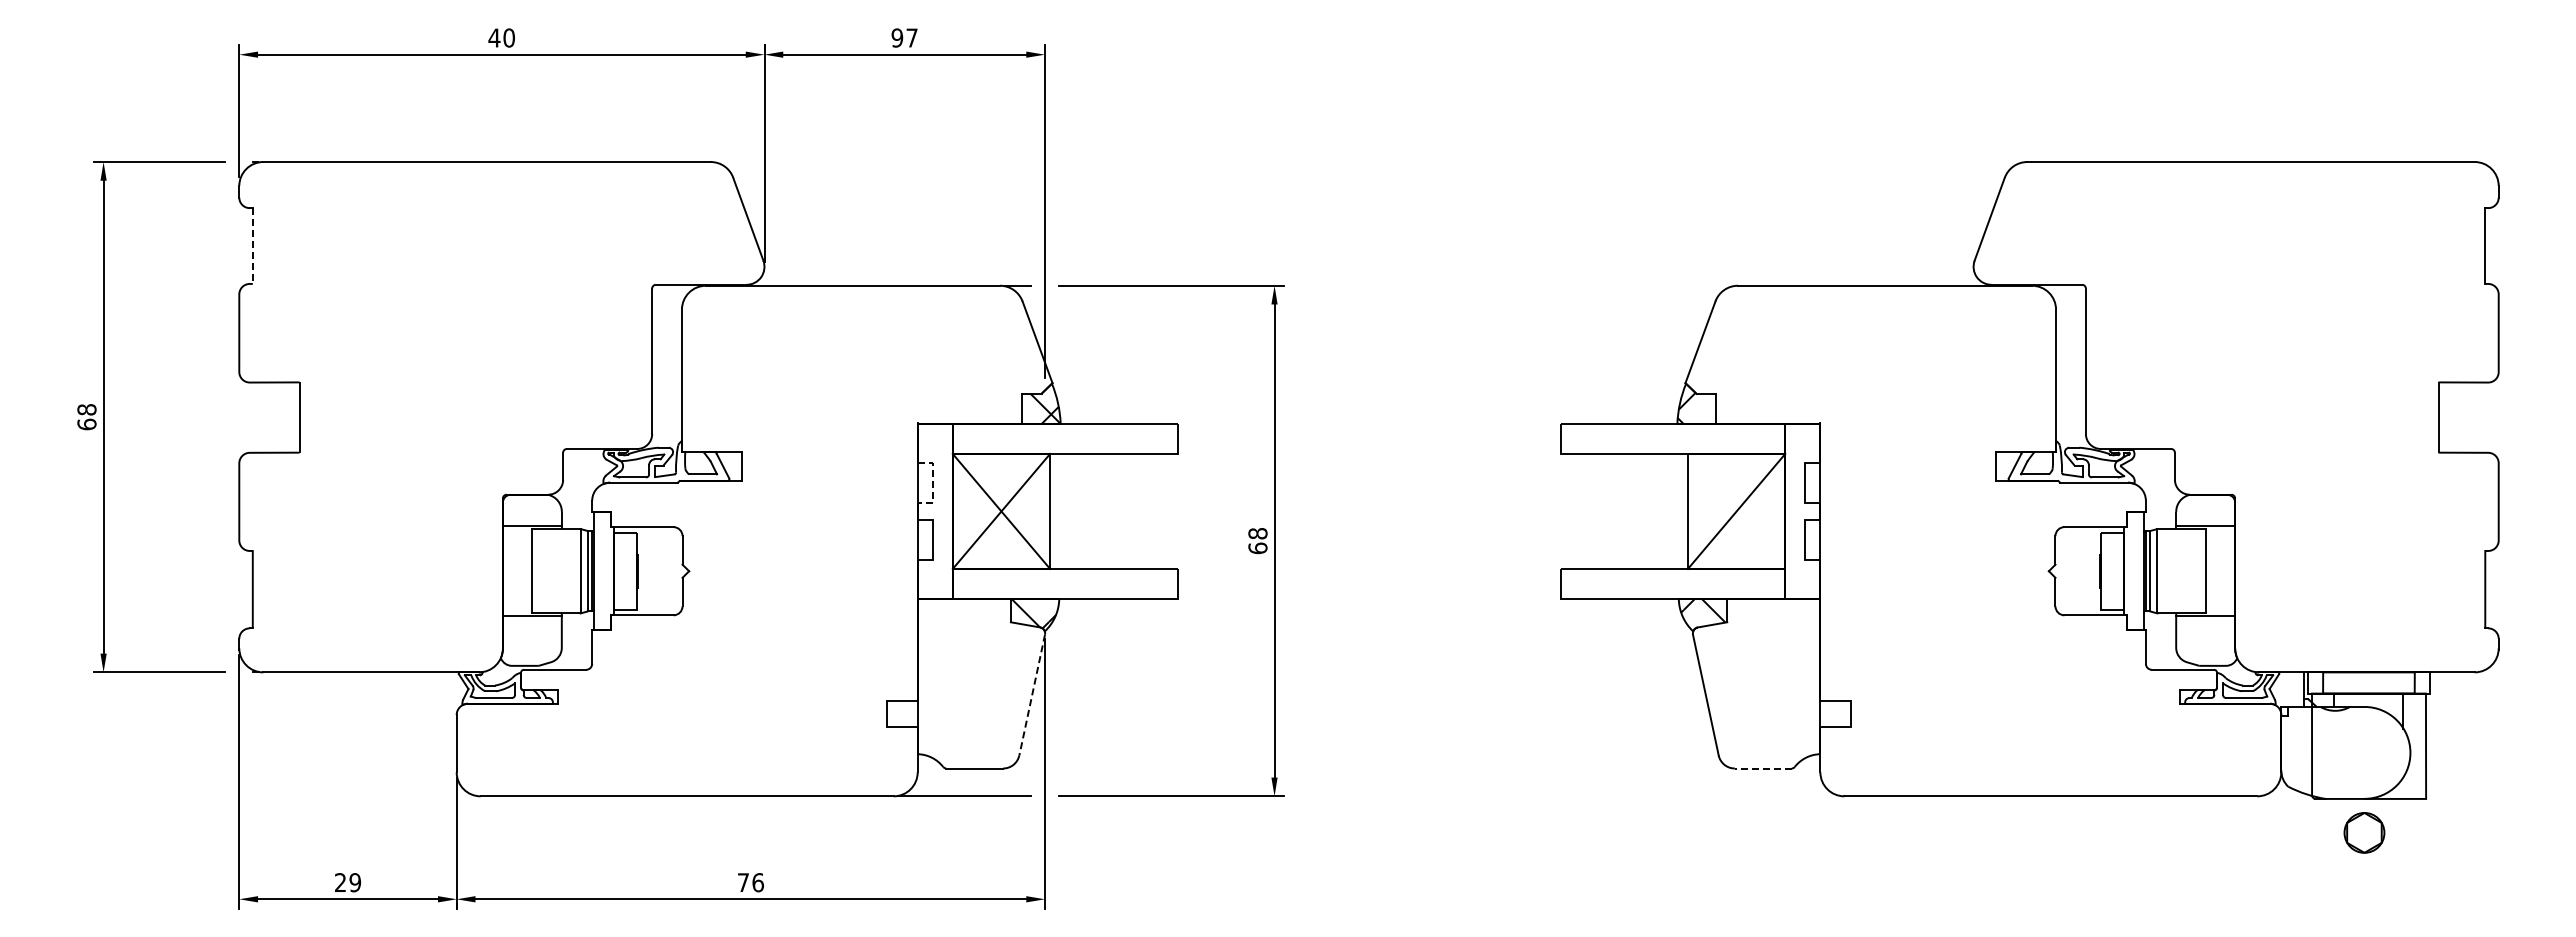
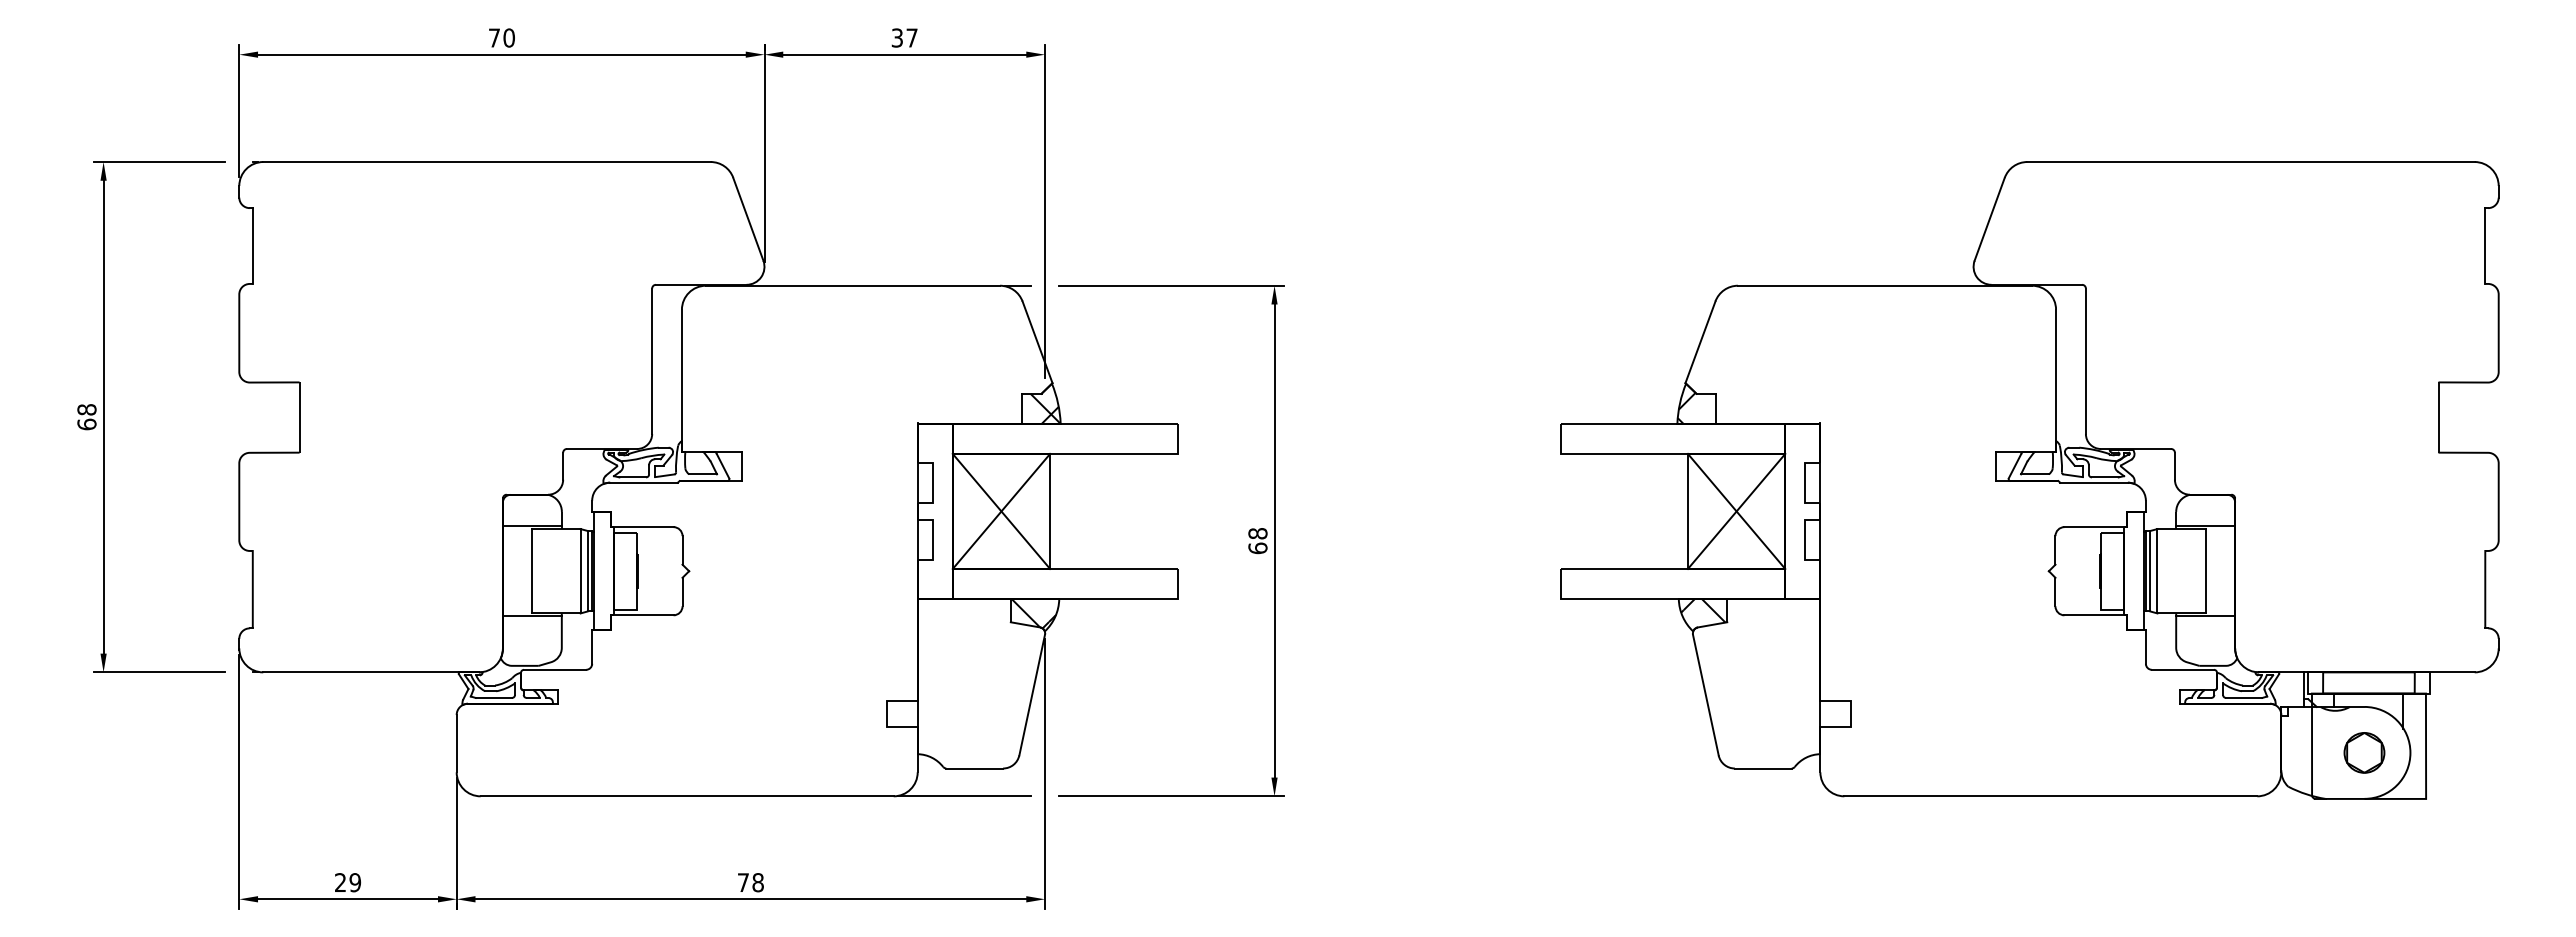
text at (494, 37): 40 -> 70
text at (897, 37): 97 -> 37
line at (252, 246): dashed -> solid
line at (932, 483): dashed -> solid
line at (1736, 510): none -> present
line at (1032, 695): dashed -> solid
line at (1762, 768): dashed -> solid
part at (2364, 832) position: (2364, 832) -> (2364, 752)
text at (758, 882): 76 -> 78
